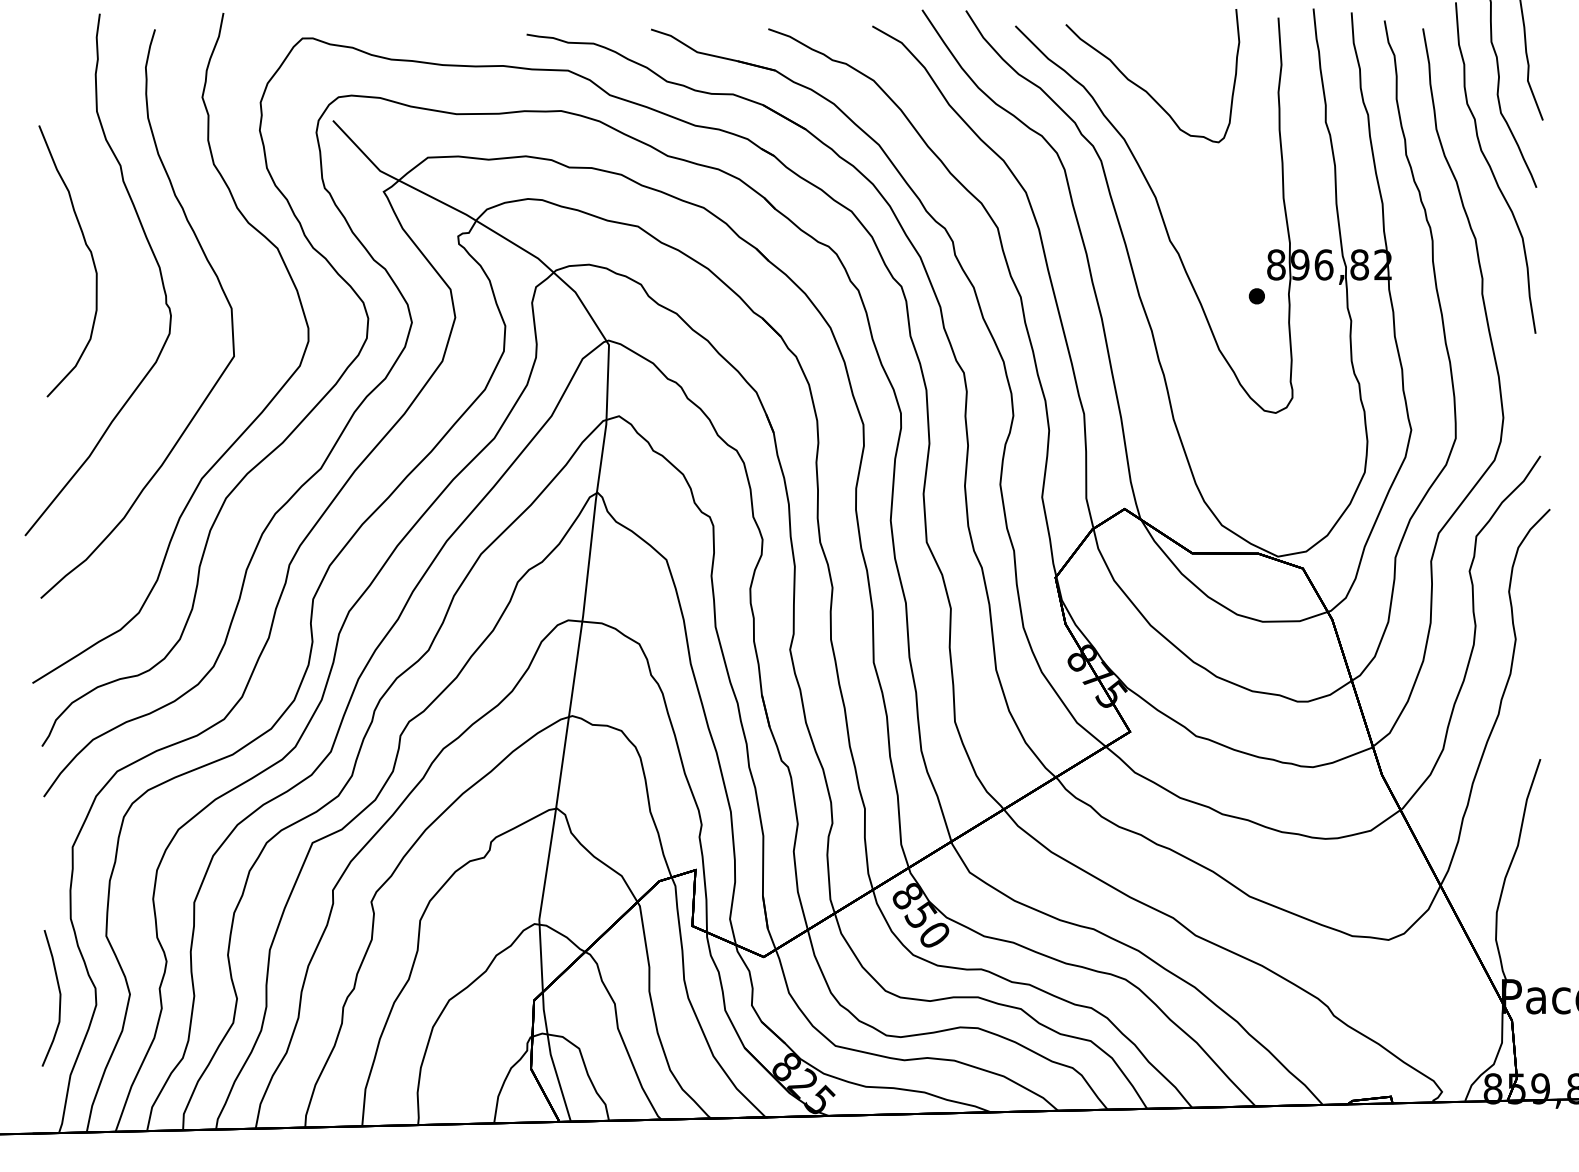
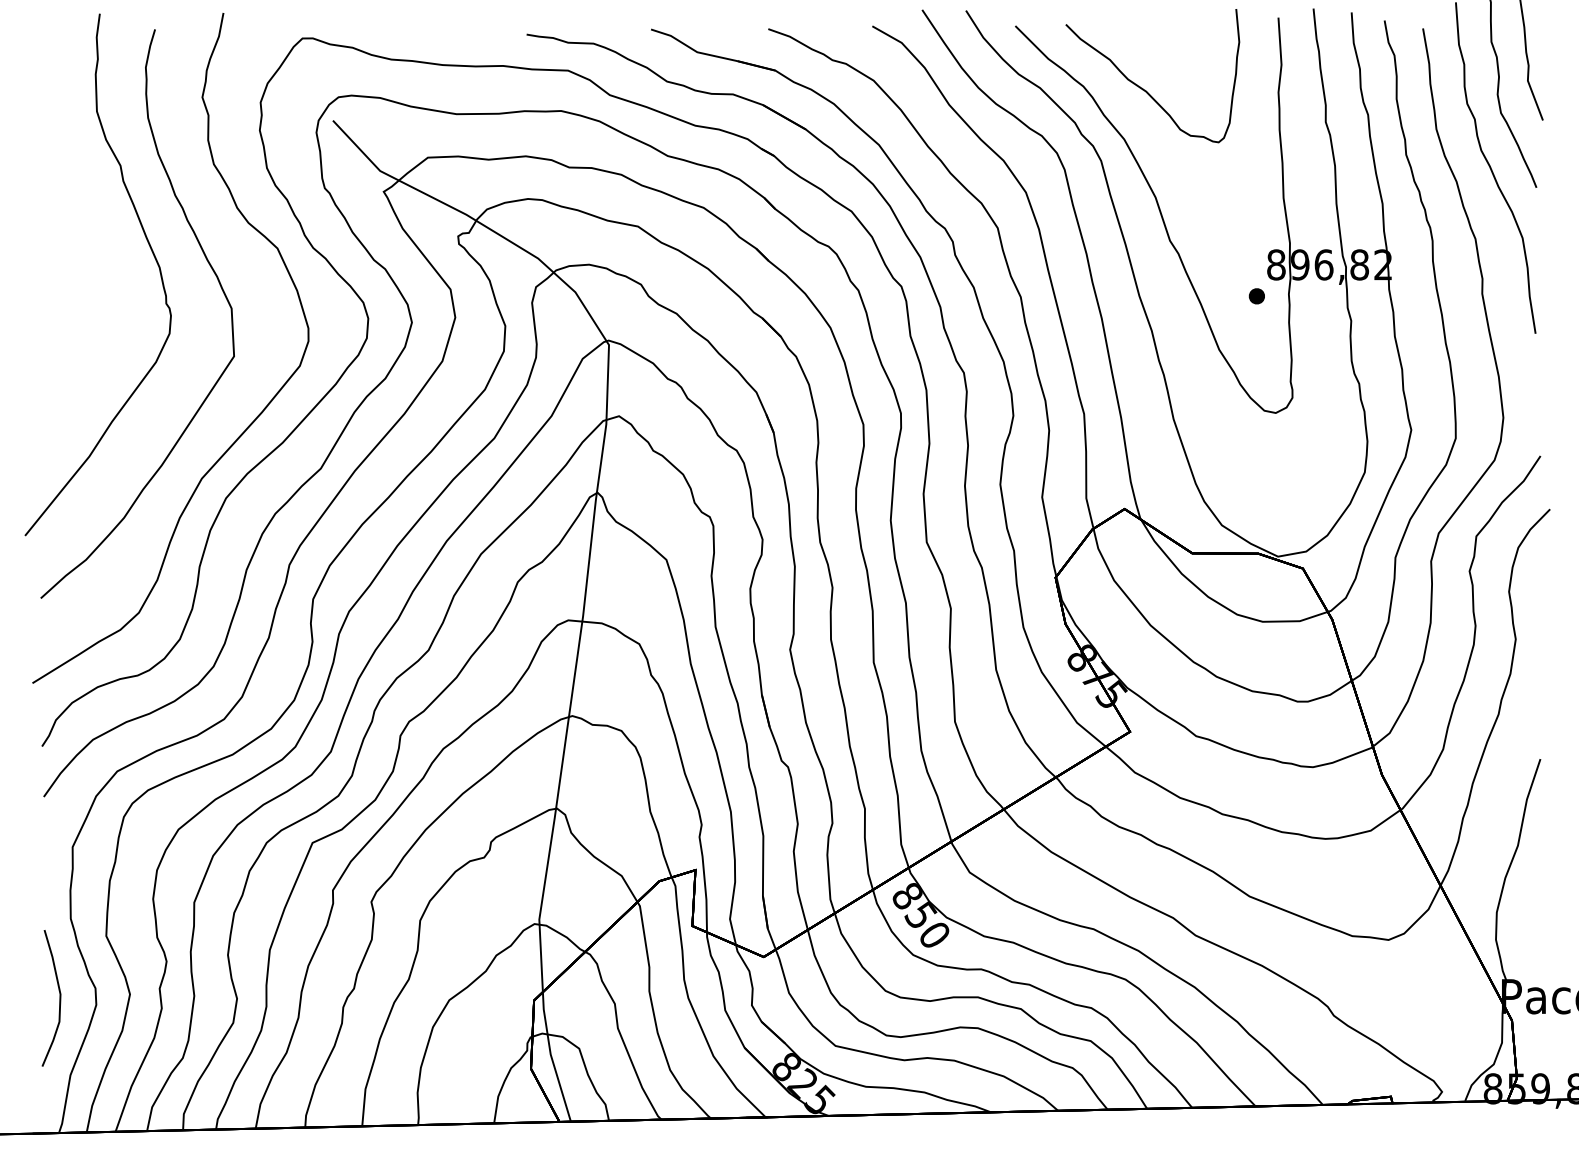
part at (87, 248): present -> none
